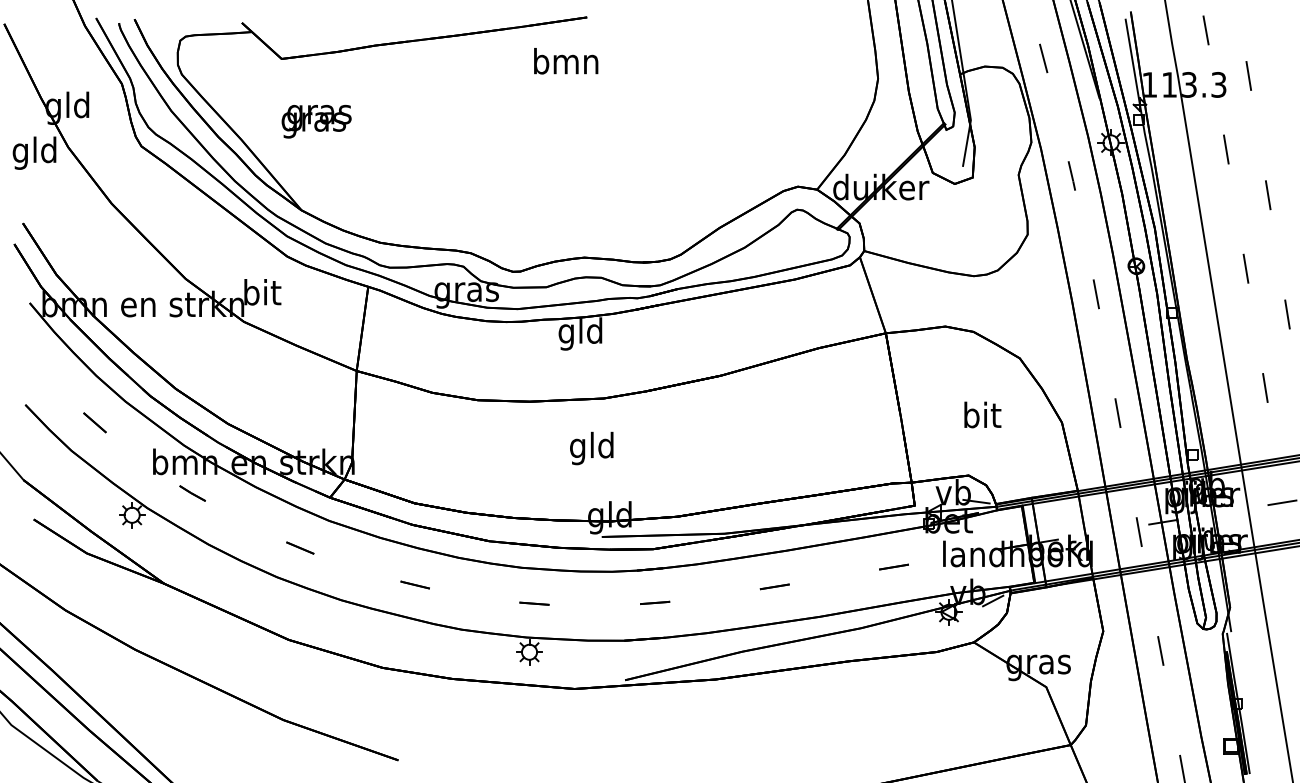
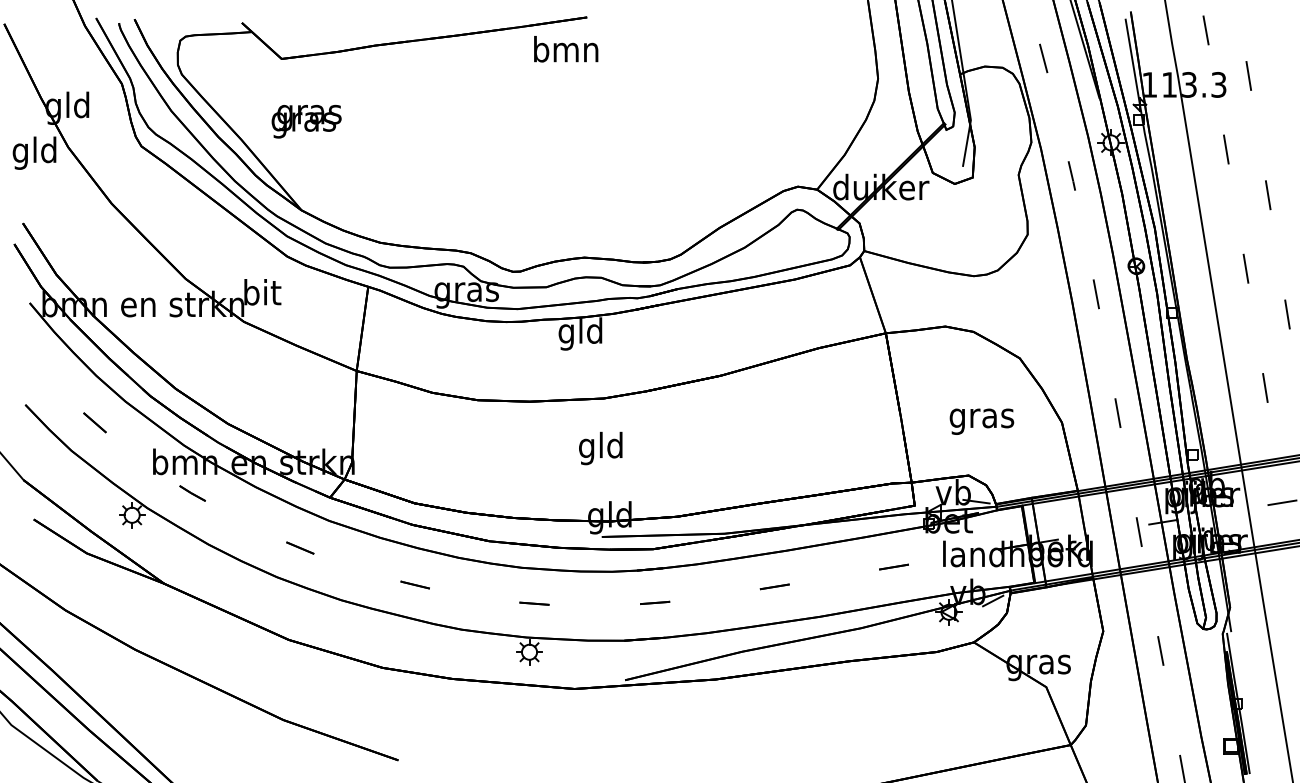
text at (566, 61) position: (566, 61) -> (566, 49)
text at (316, 121) position: (316, 121) -> (306, 121)
text at (981, 417): bit -> gras
text at (591, 448) position: (591, 448) -> (600, 448)
